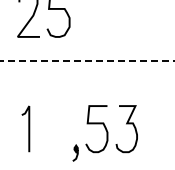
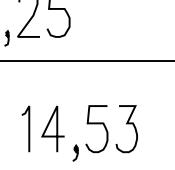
part at (6, 38): none -> present
line at (87, 60): dashed -> solid
line at (56, 128): none -> present
